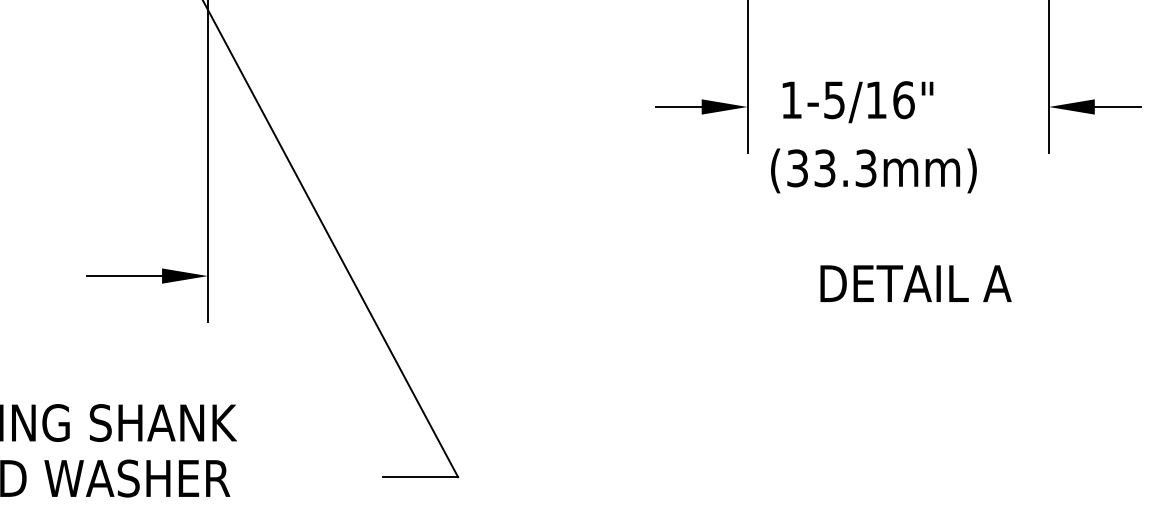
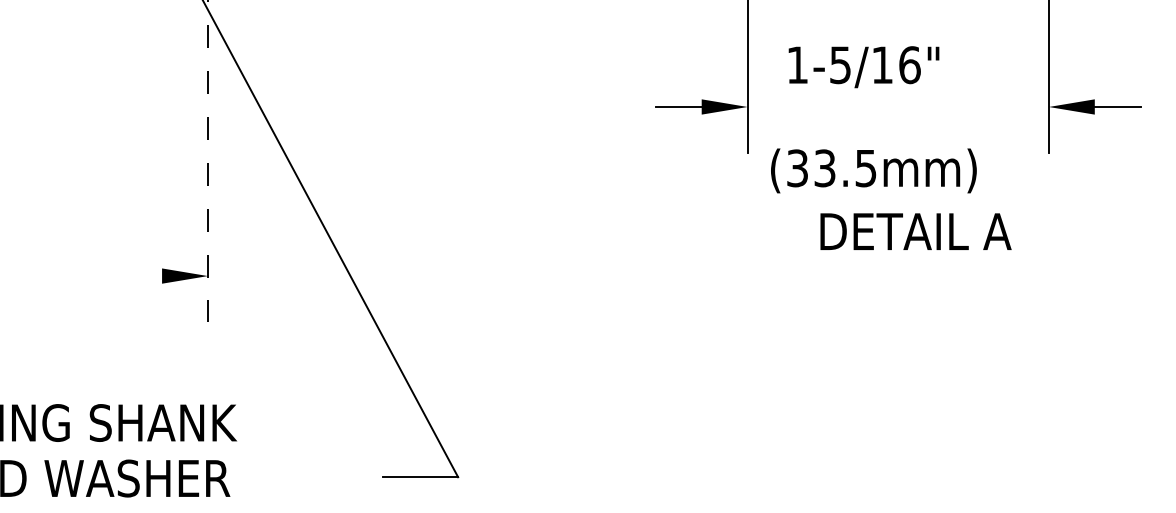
text at (857, 102) position: (857, 102) -> (863, 67)
line at (207, 161): solid -> dashed
text at (866, 167): (33.3mm) -> (33.5mm)
line at (124, 276): present -> none
text at (915, 283) position: (915, 283) -> (915, 231)
